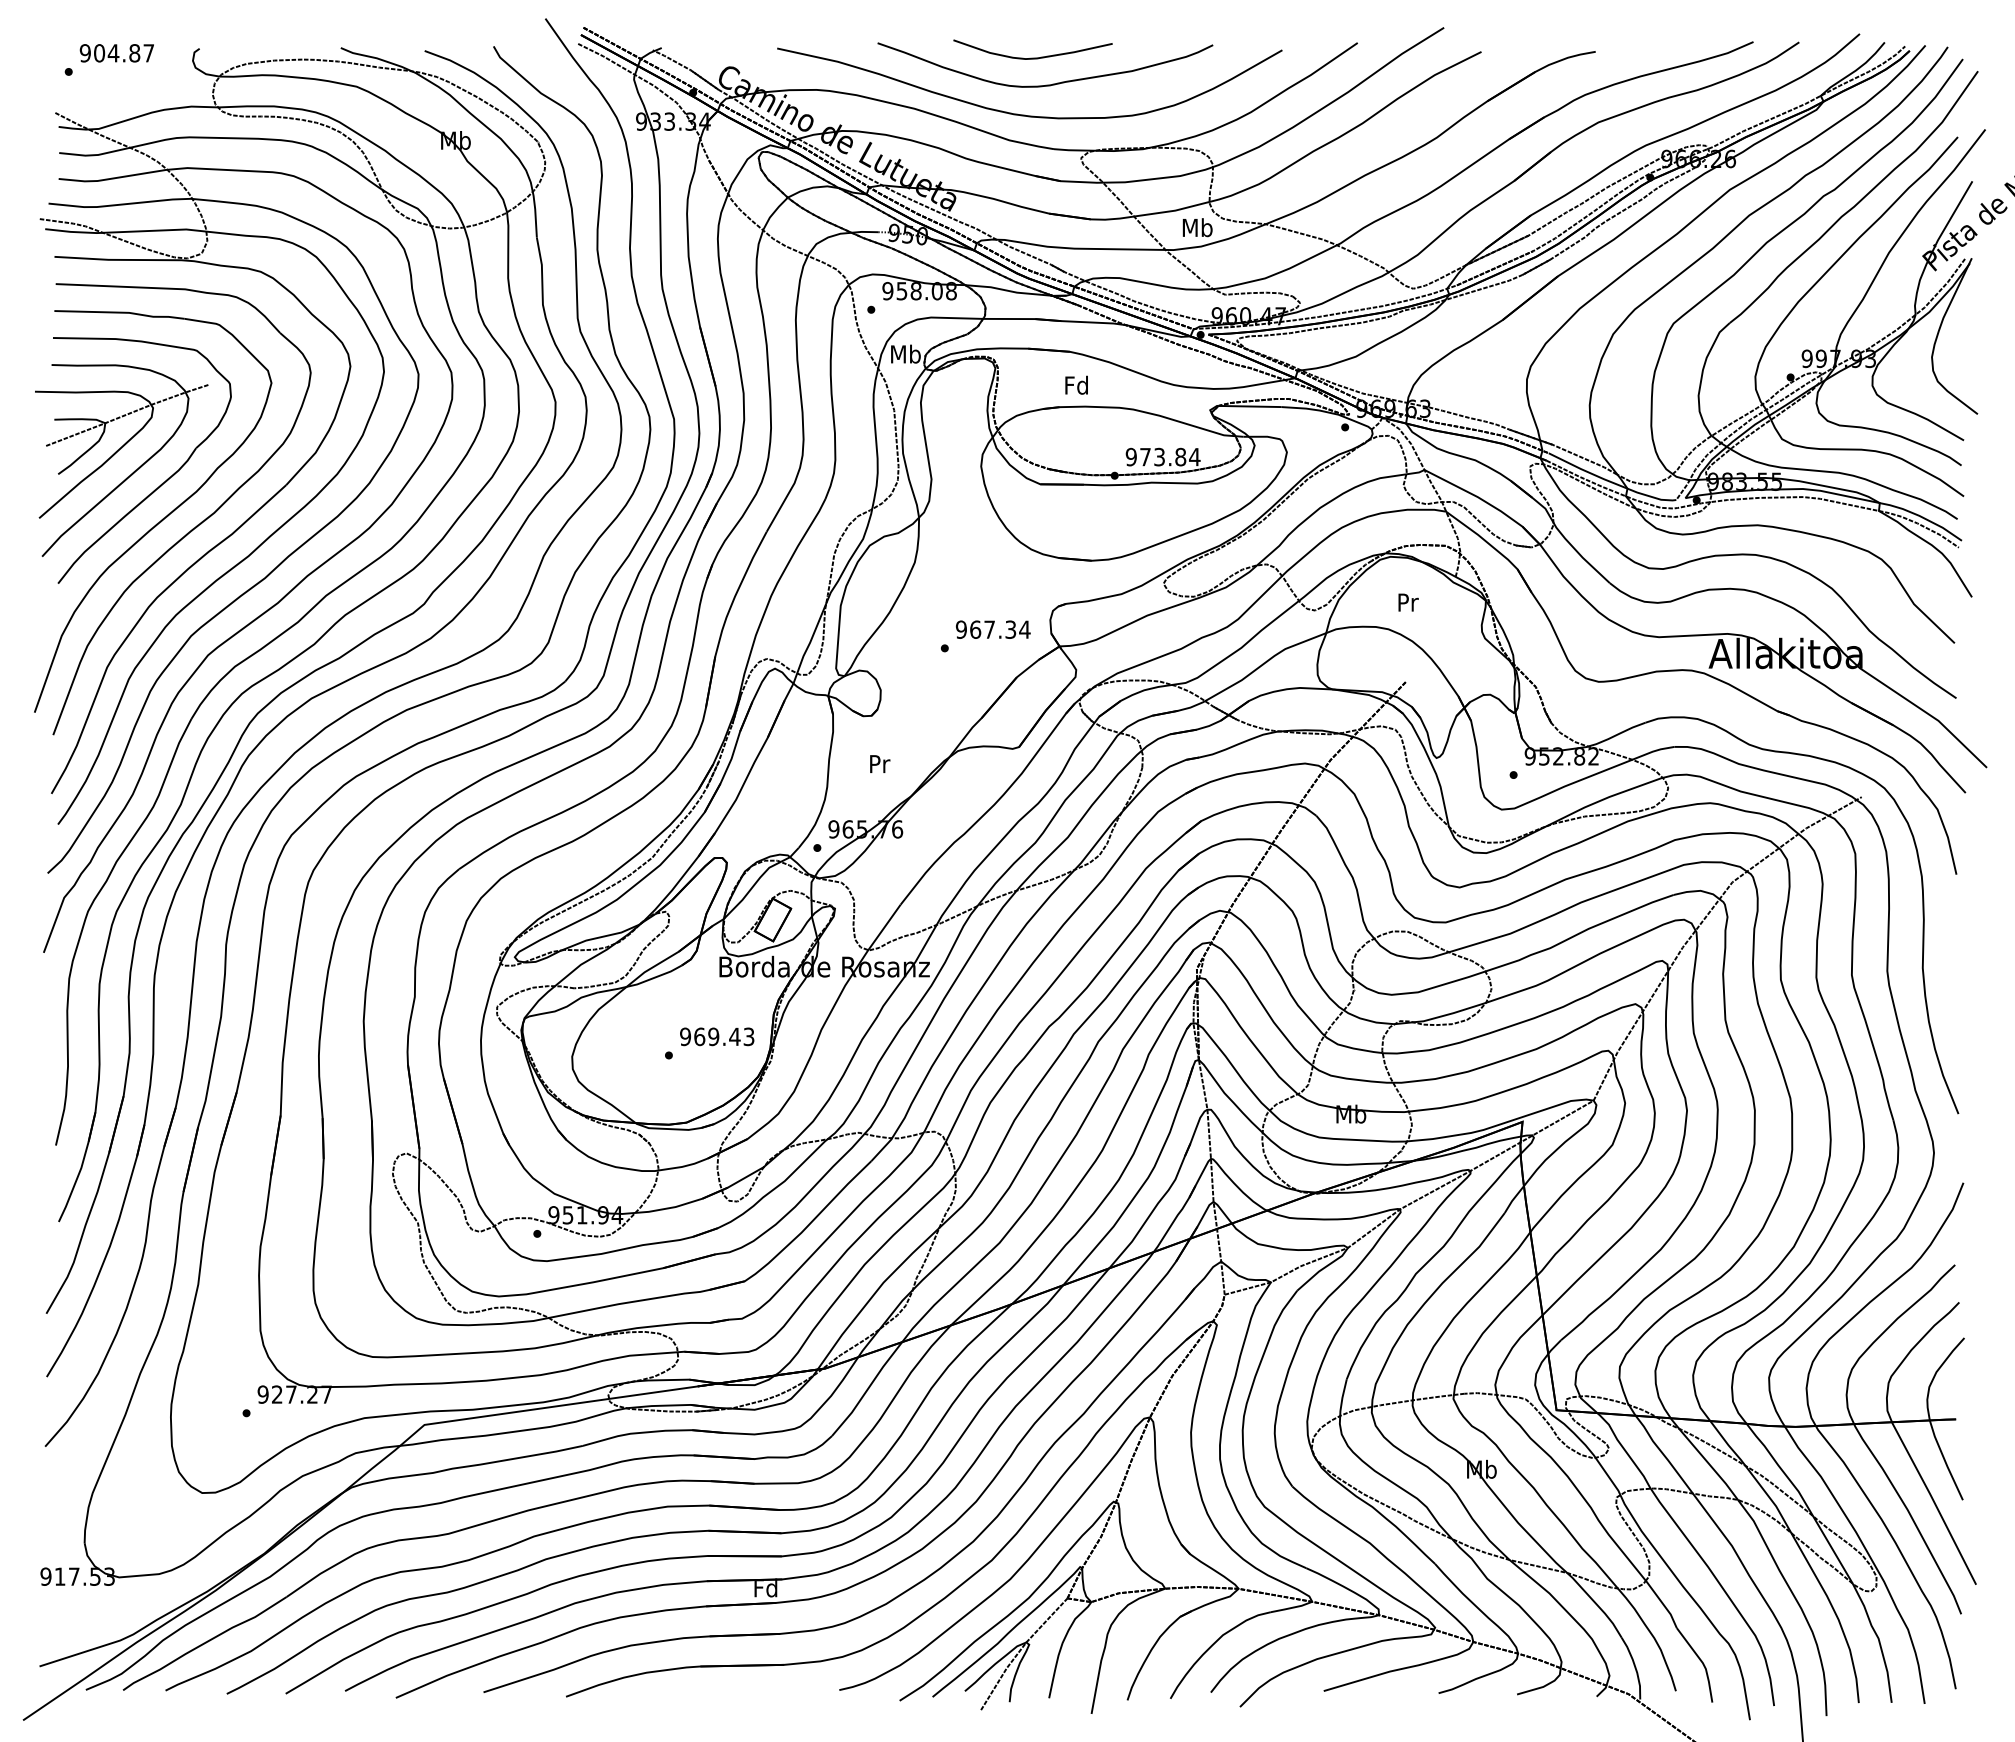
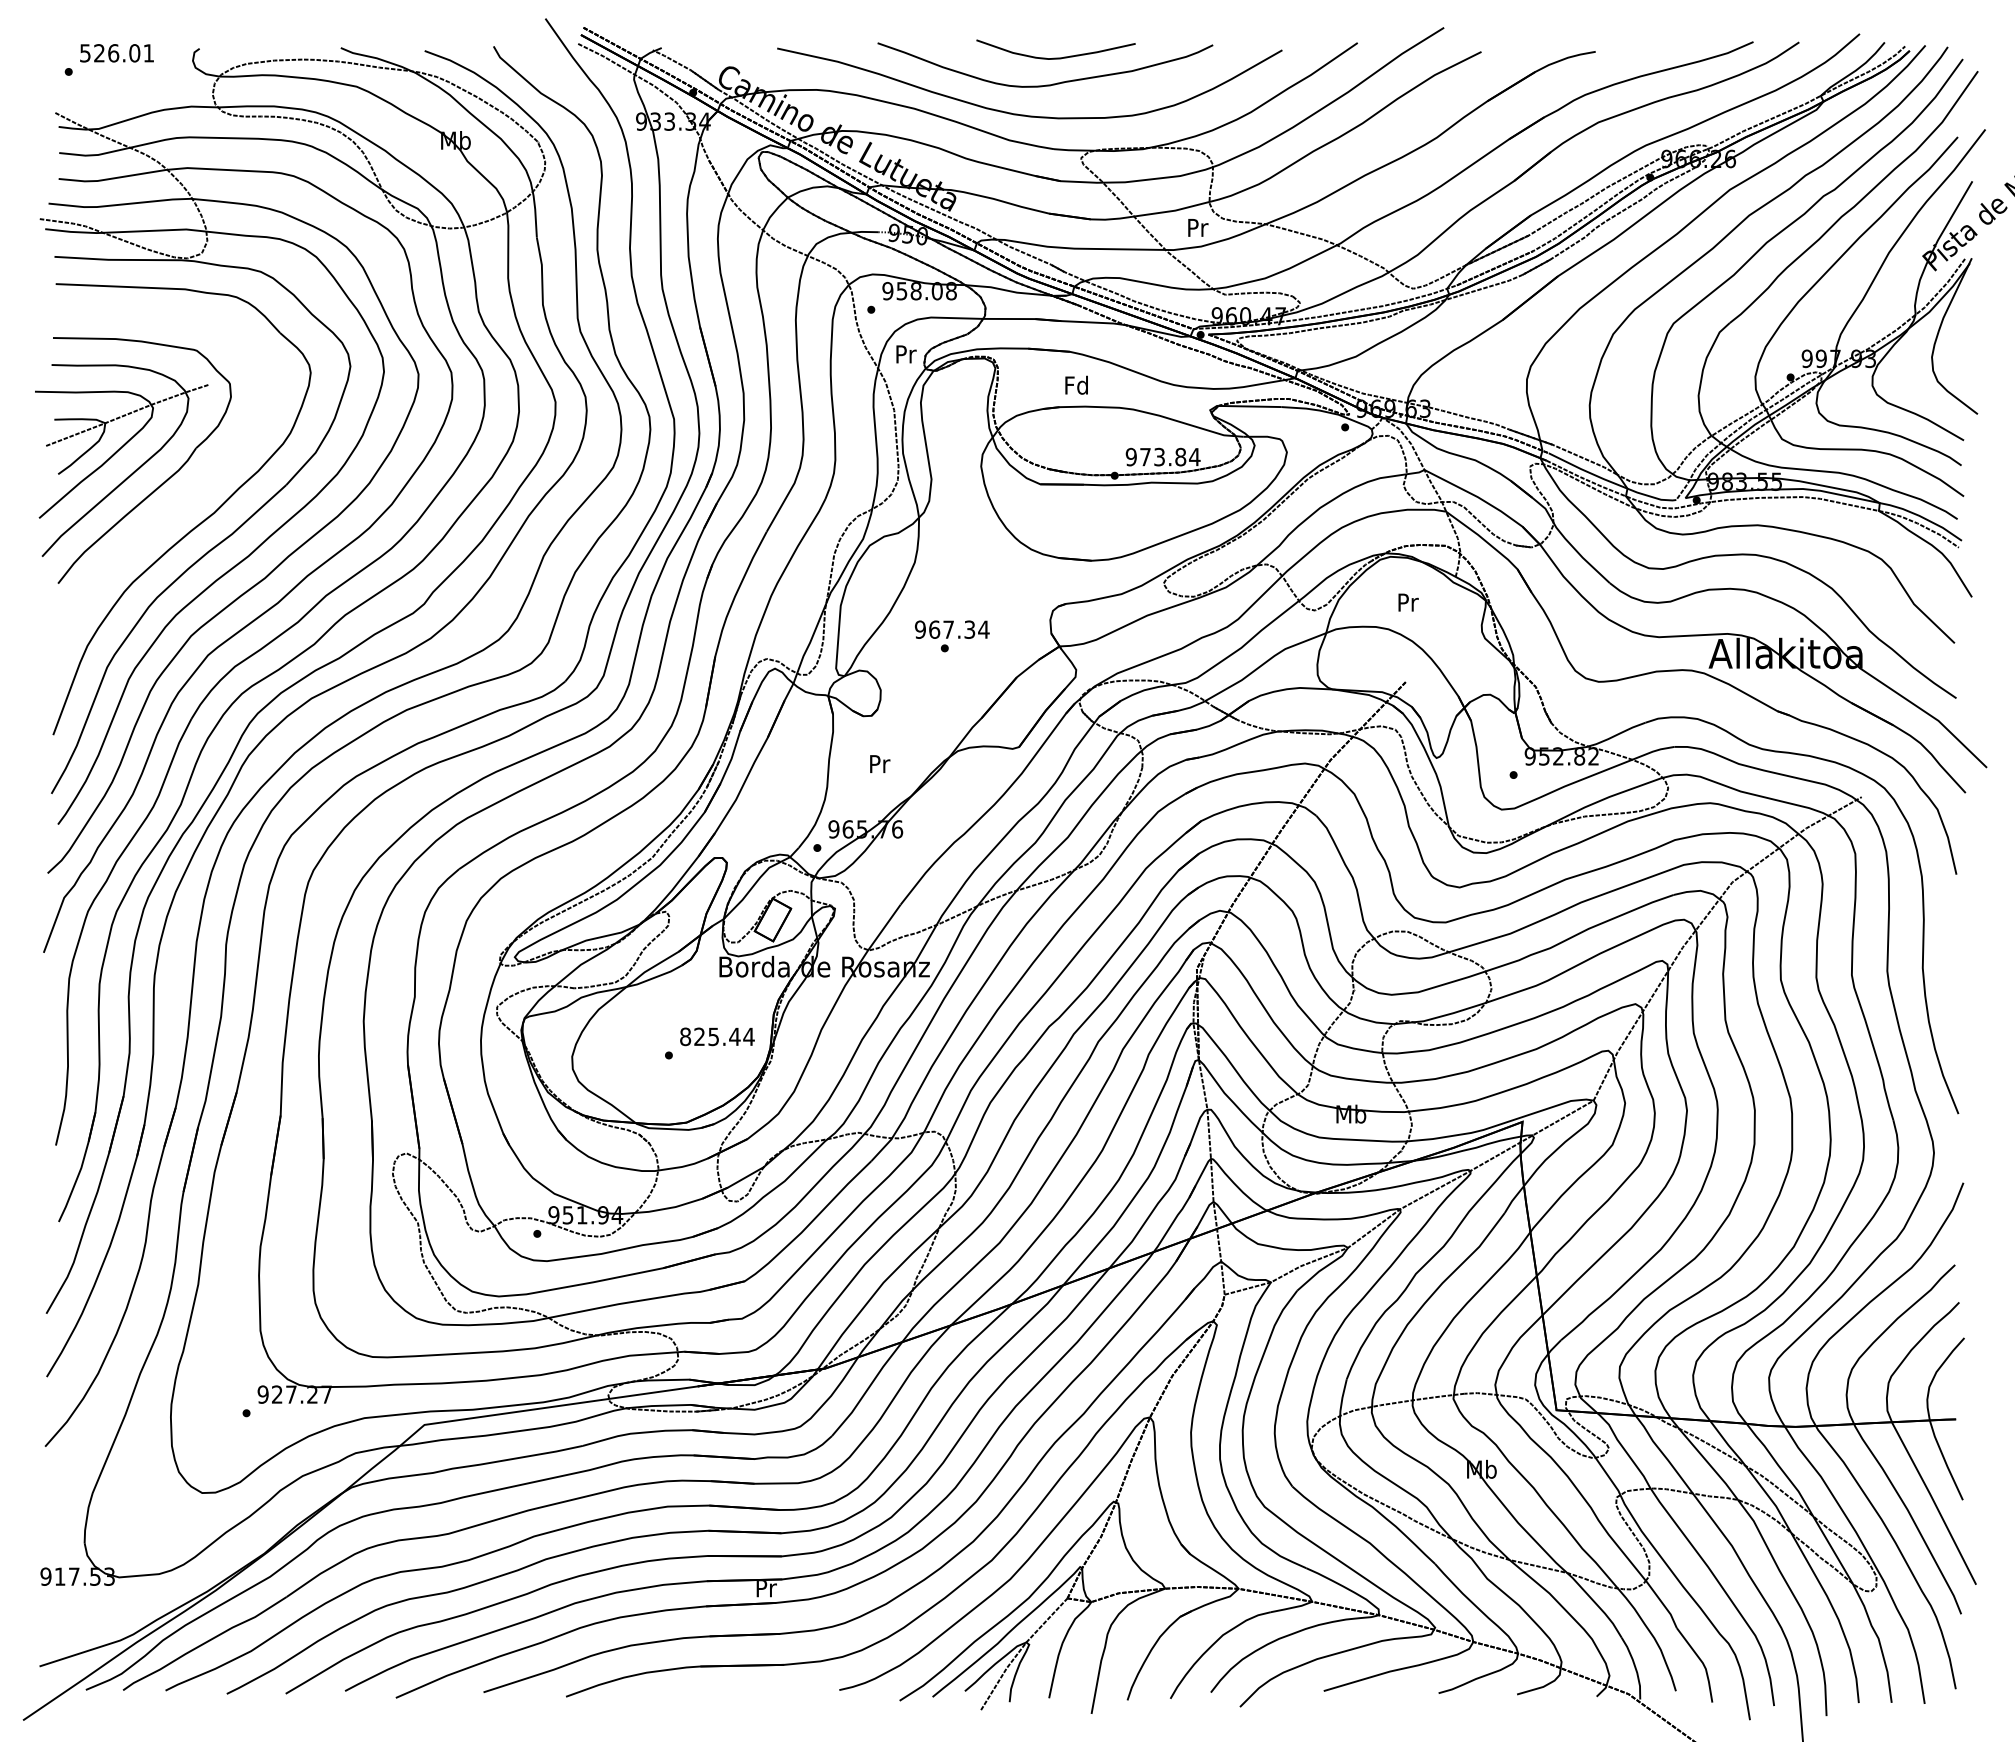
text at (116, 53): 904.87 -> 526.01
curve at (1032, 57) position: (1032, 57) -> (1055, 57)
text at (1197, 227): Mb -> Pr
text at (905, 353): Mb -> Pr
part at (161, 519): present -> none
text at (993, 629) position: (993, 629) -> (952, 629)
text at (717, 1036): 969.43 -> 825.44
text at (765, 1587): Fd -> Pr
